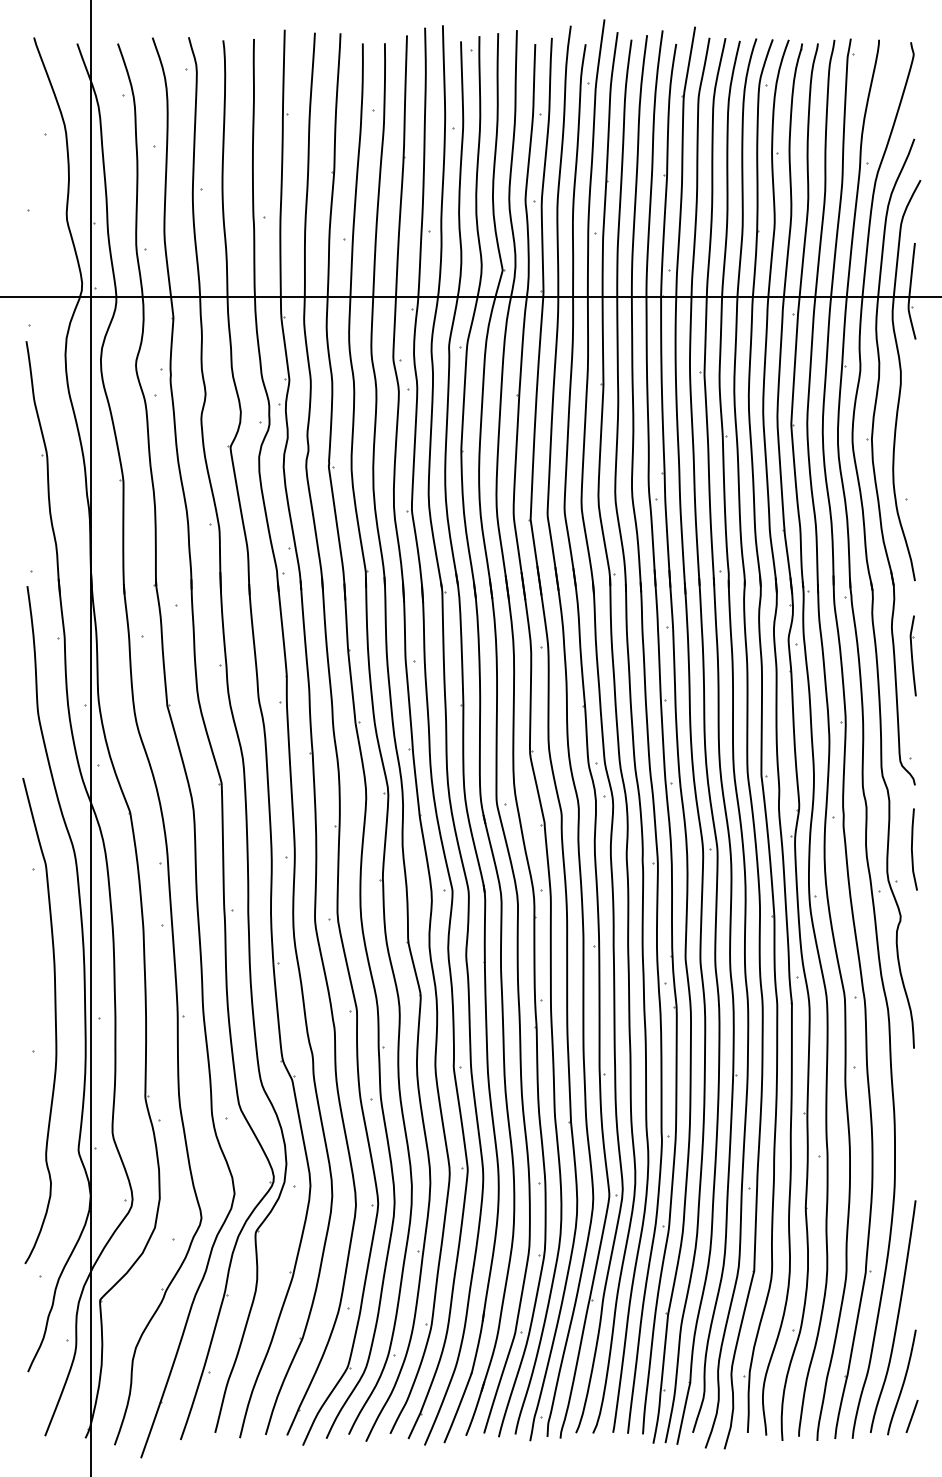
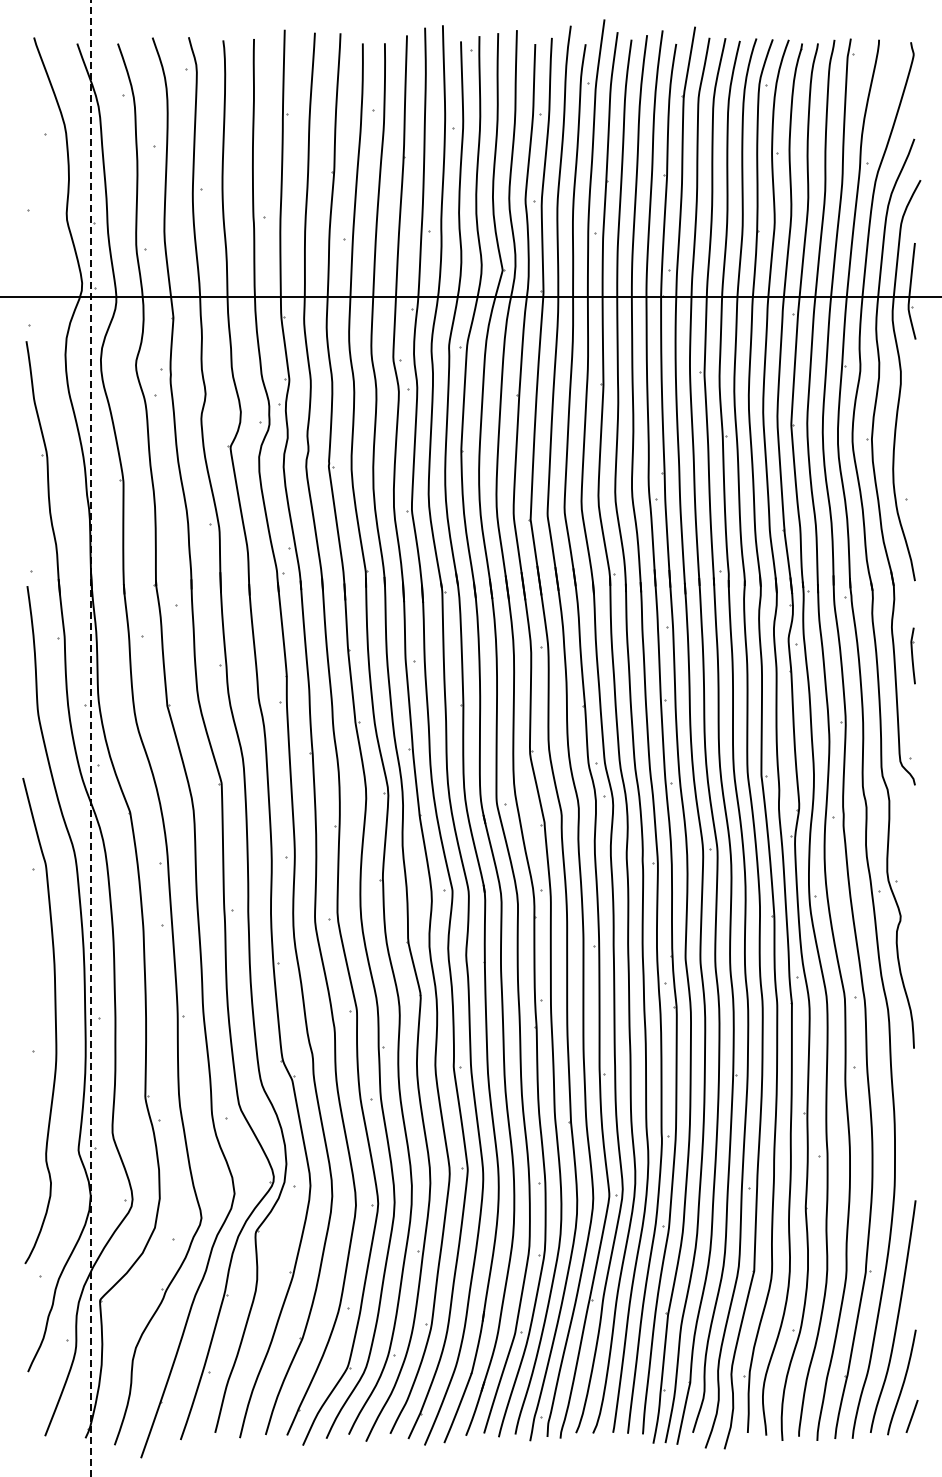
part at (912, 655) size: 8x82 px -> 6x58 px
line at (91, 738): solid -> dashed
line at (912, 849): present -> none
